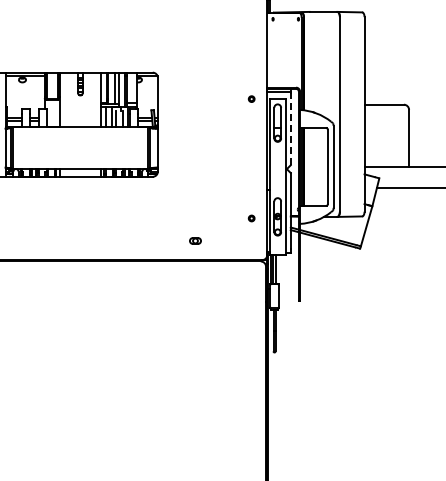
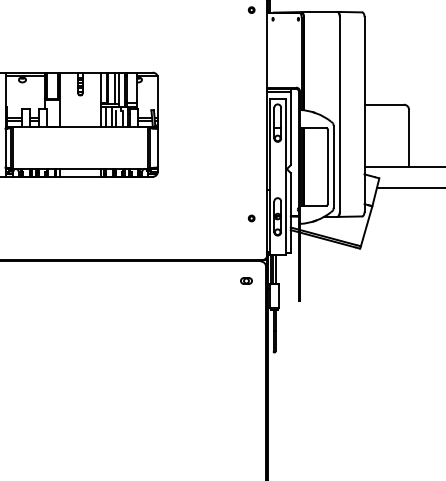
part at (251, 98) position: (251, 98) -> (251, 9)
line at (290, 128): dashed -> solid
part at (195, 240) position: (195, 240) -> (246, 280)
